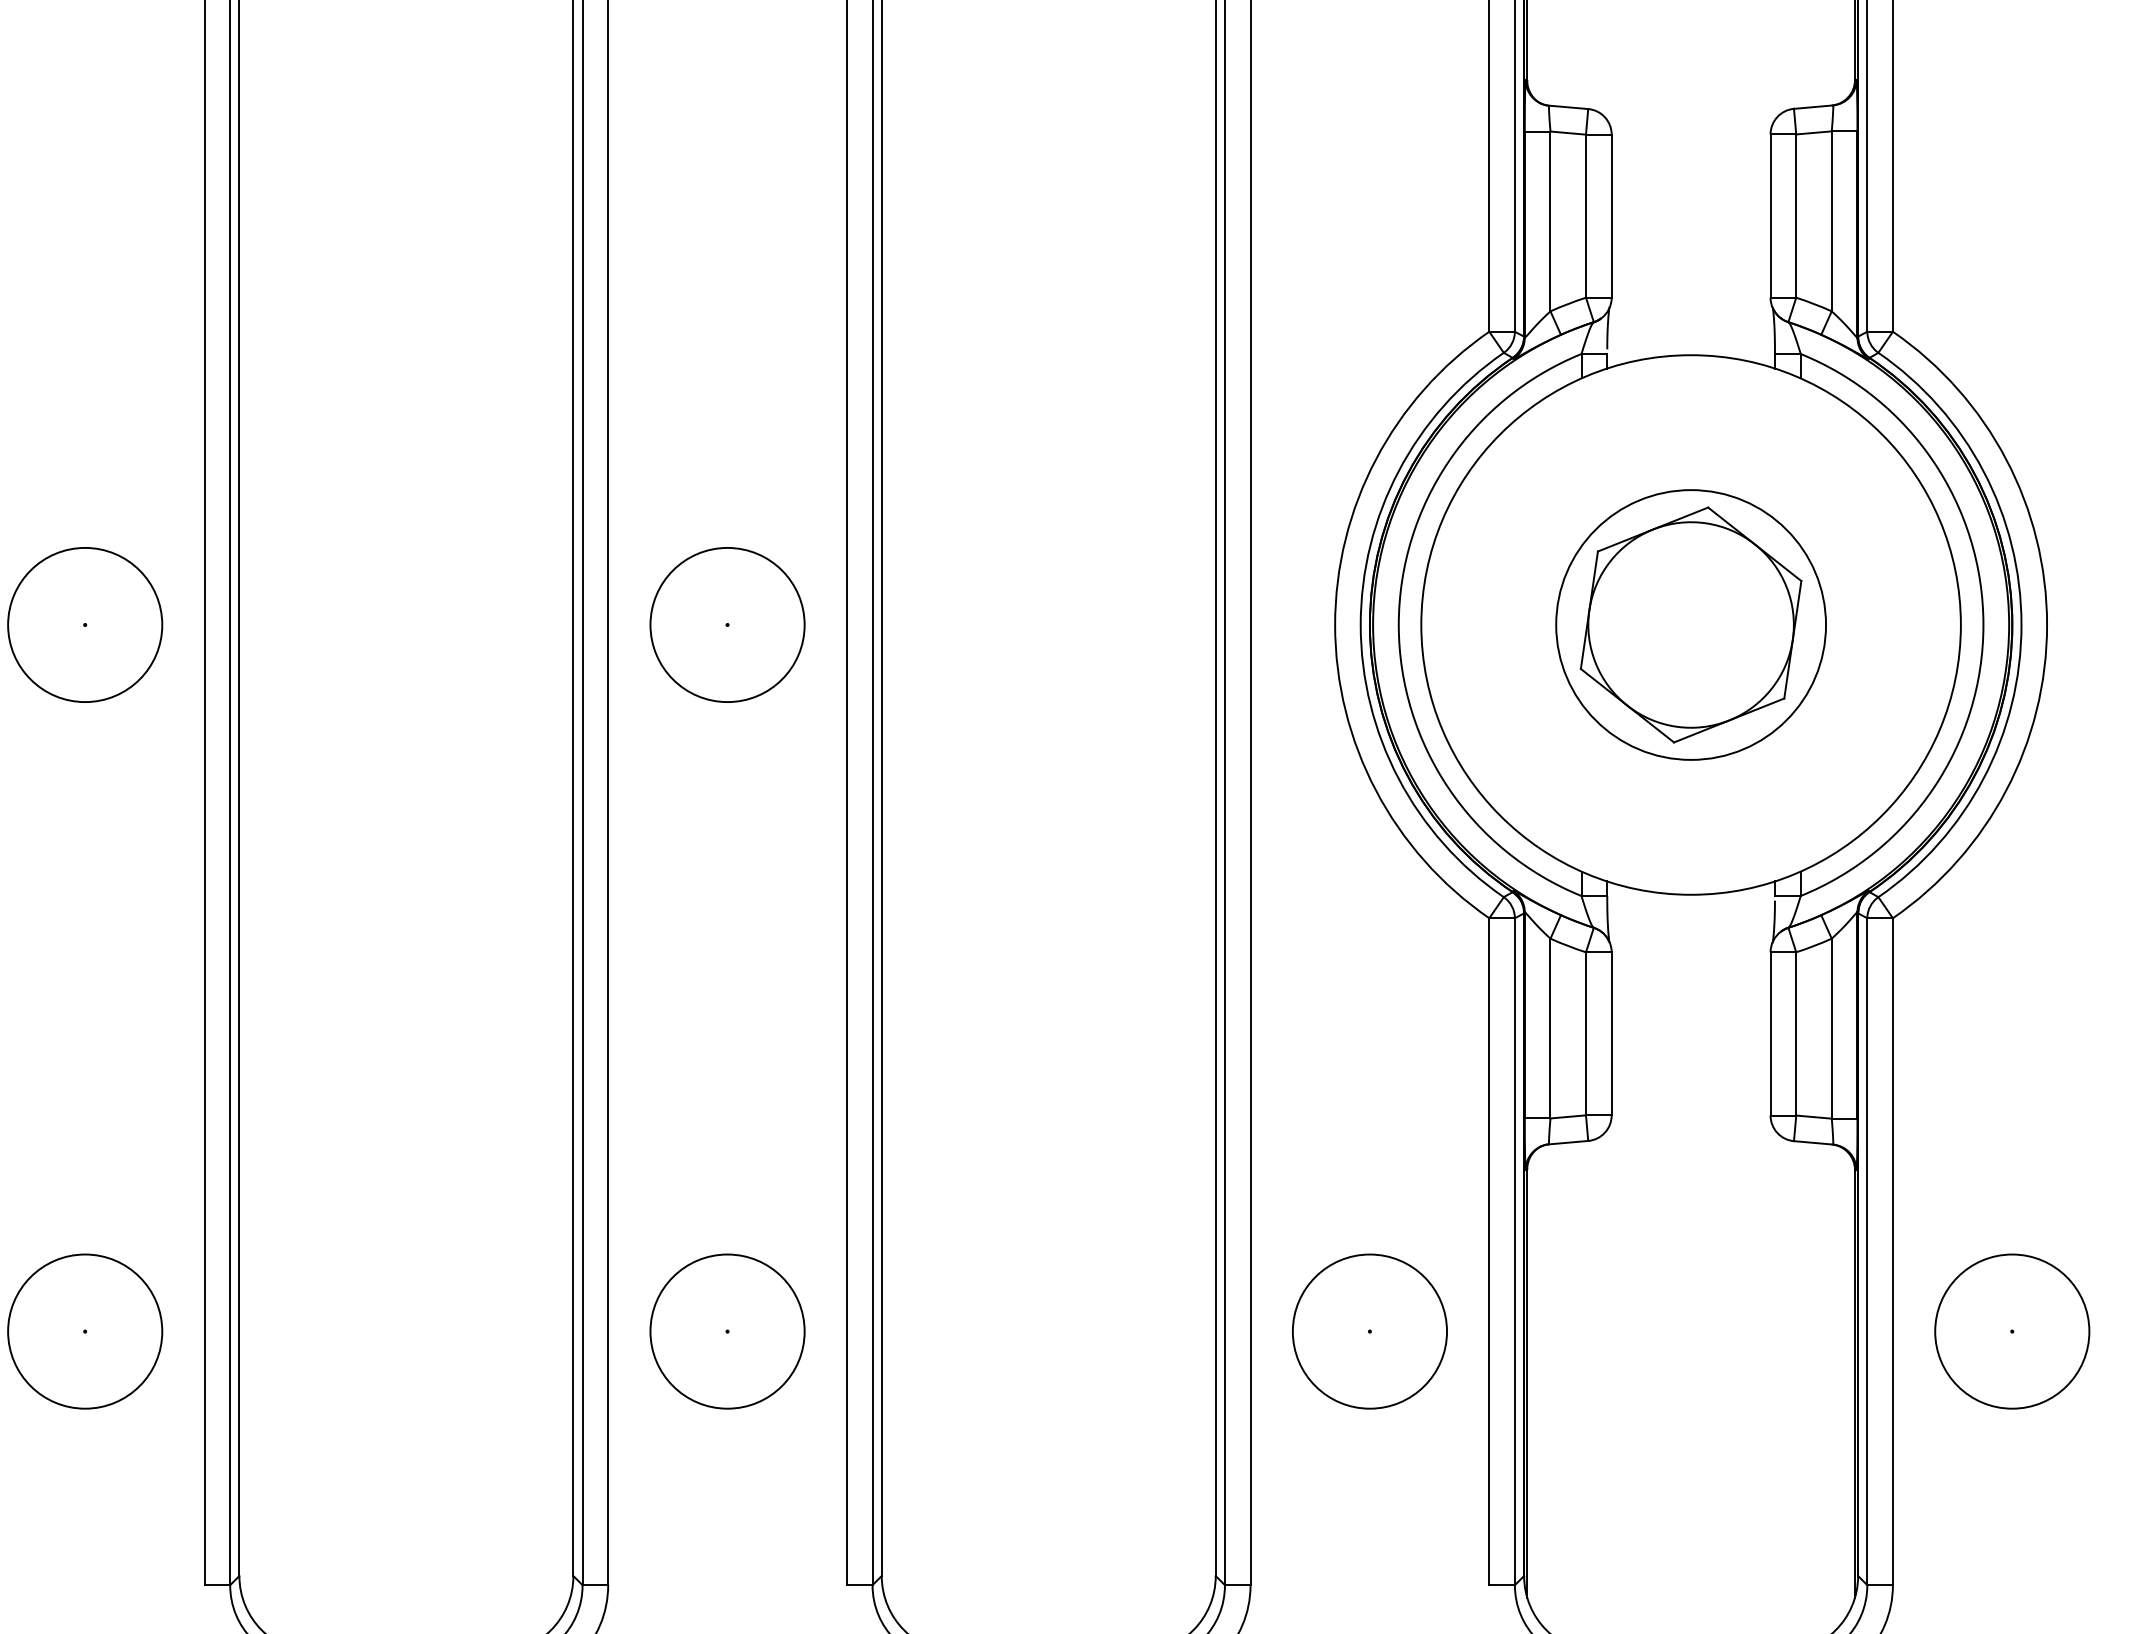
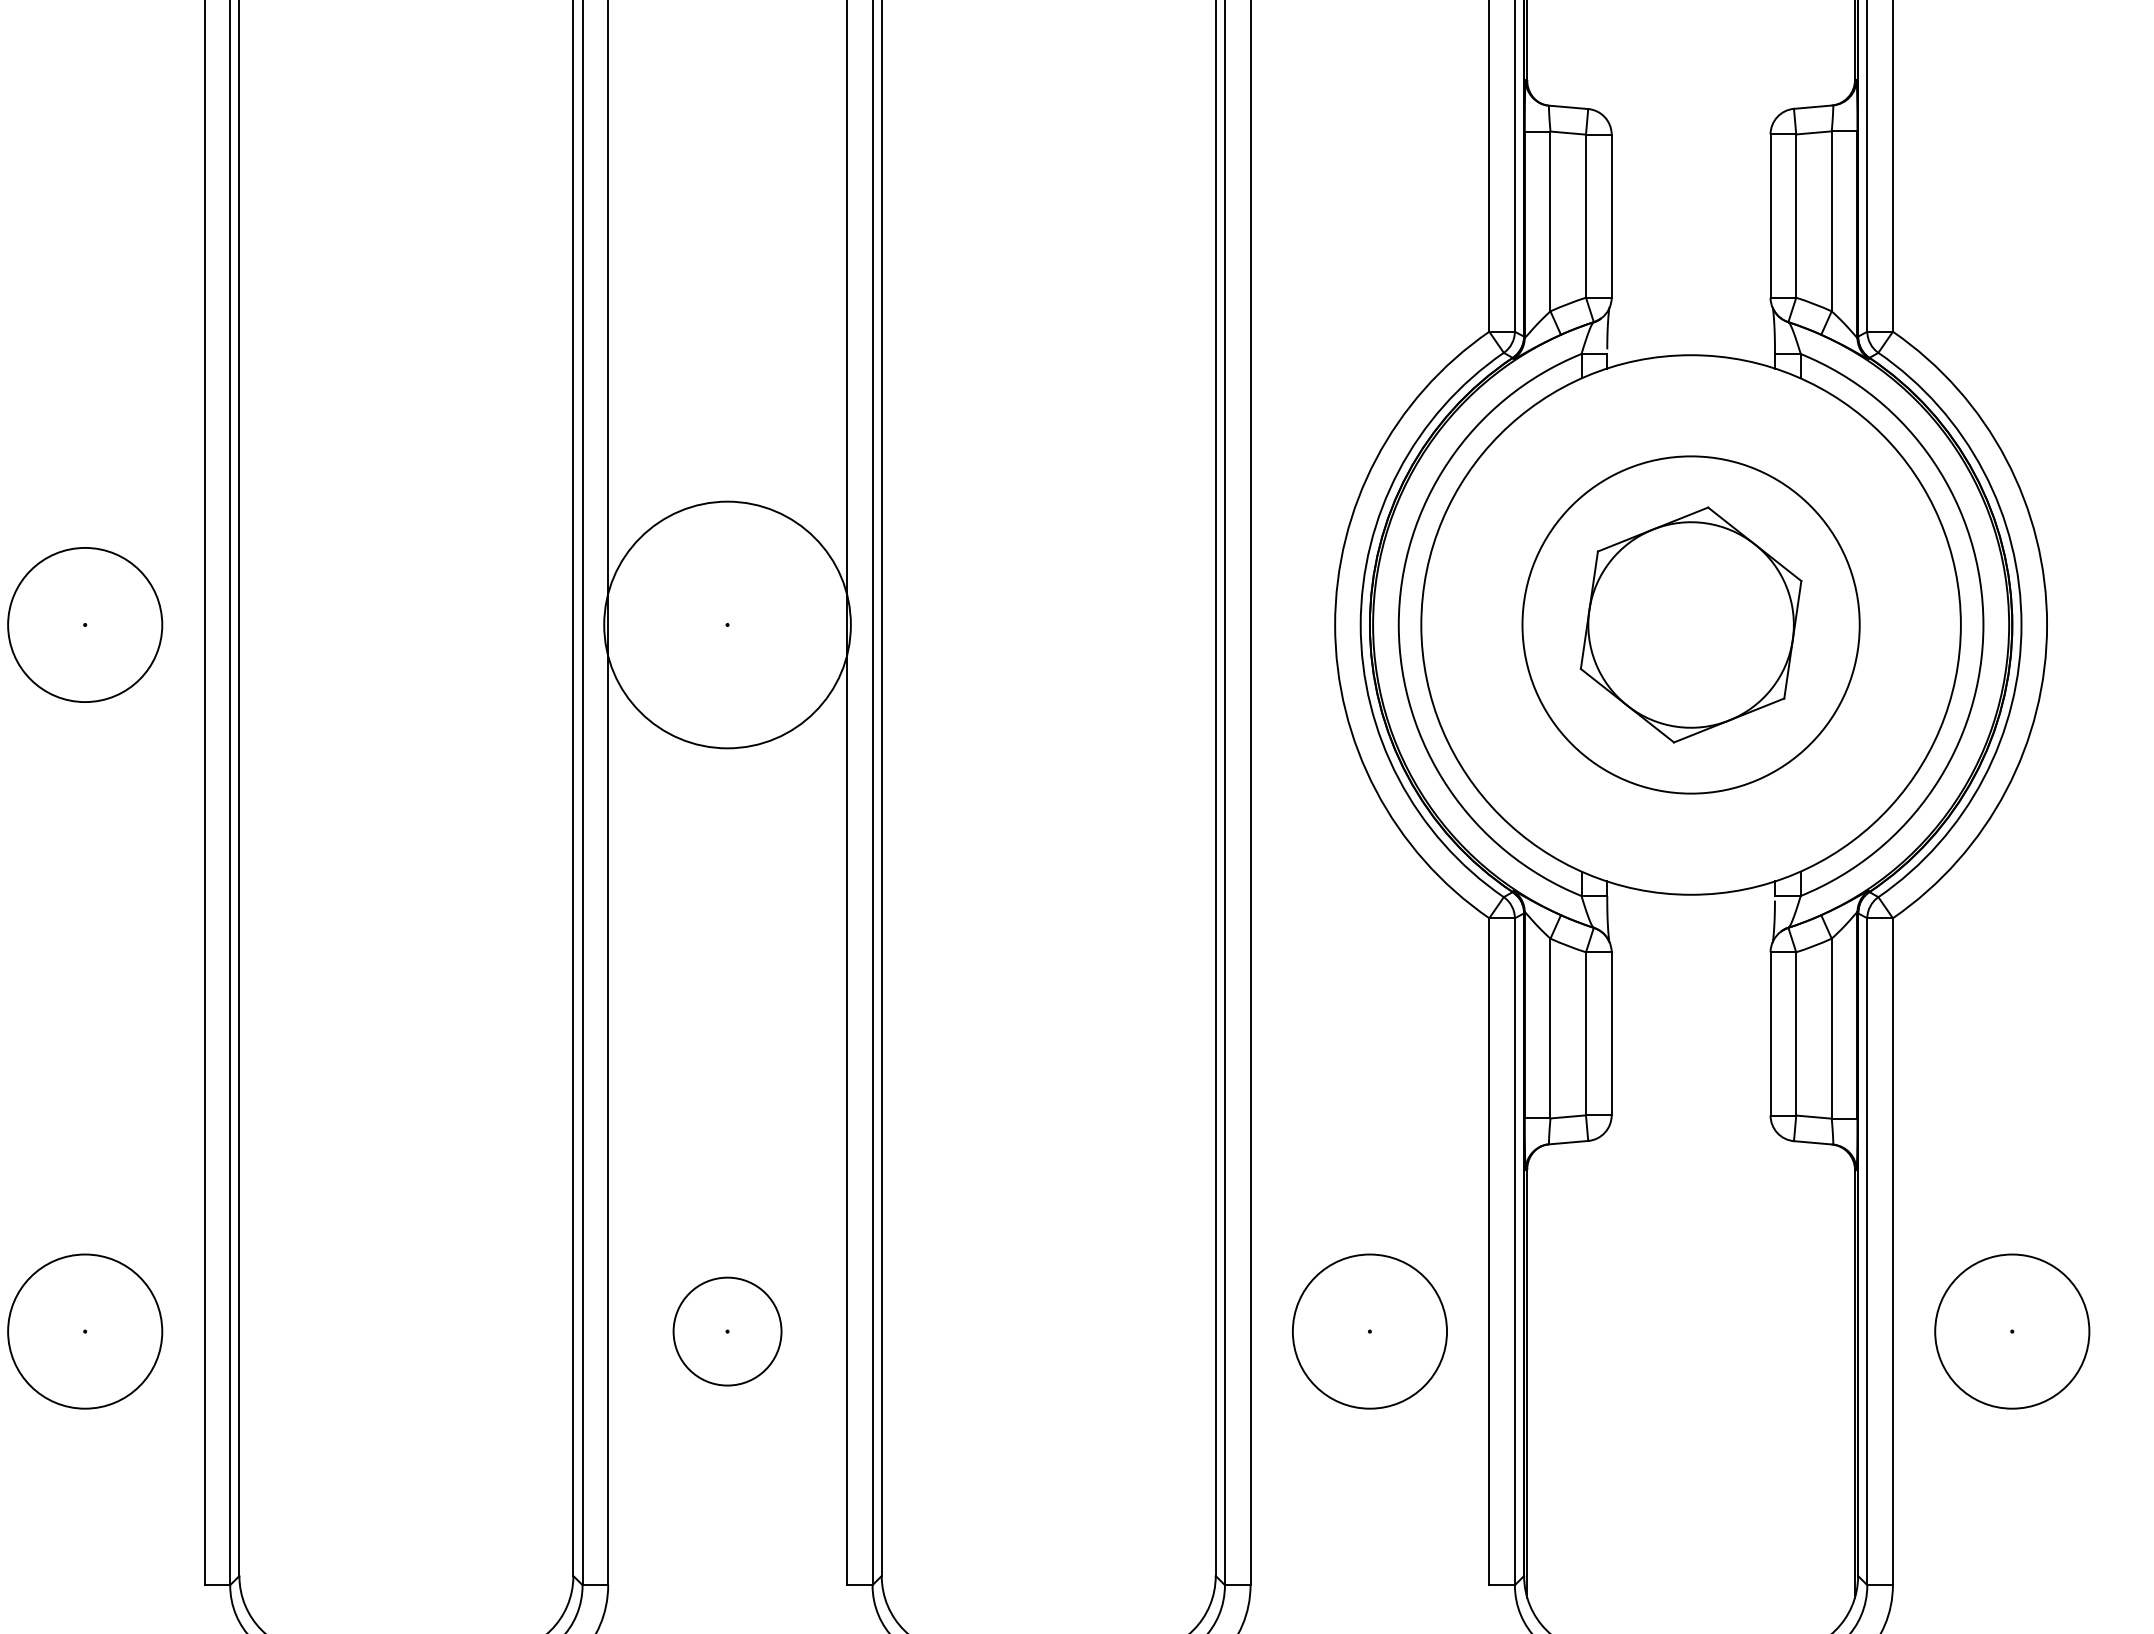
circle at (727, 624) diameter: 154 px -> 247 px
circle at (1691, 624) diameter: 270 px -> 337 px
circle at (727, 1331) diameter: 154 px -> 108 px
